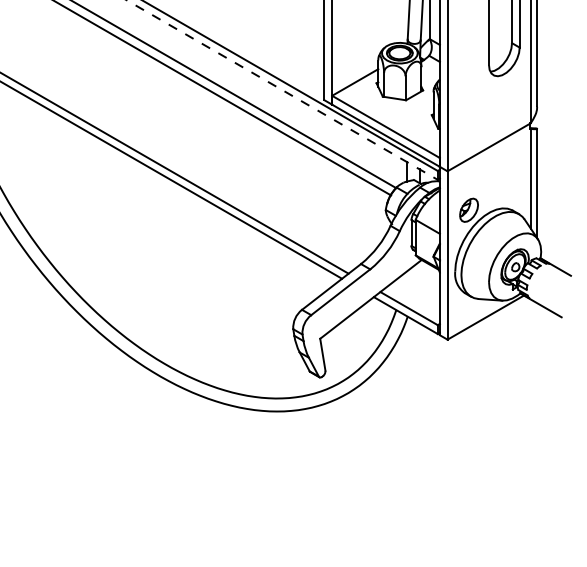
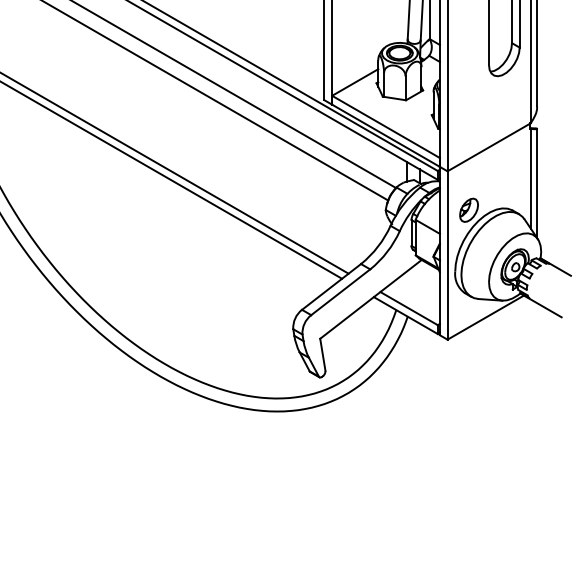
line at (282, 90): dashed -> solid
line at (223, 98) position: (223, 98) -> (216, 101)
